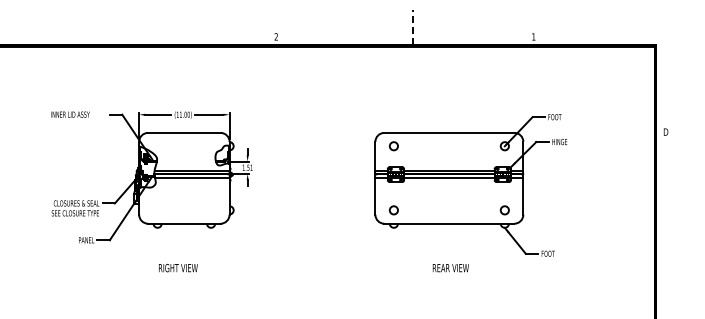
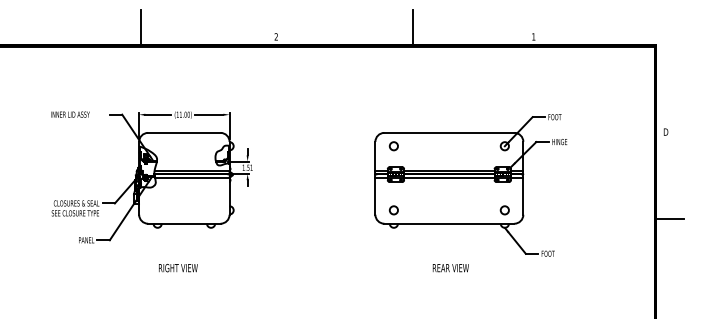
line at (141, 27): none -> present
line at (412, 27): dashed -> solid
line at (669, 219): none -> present
